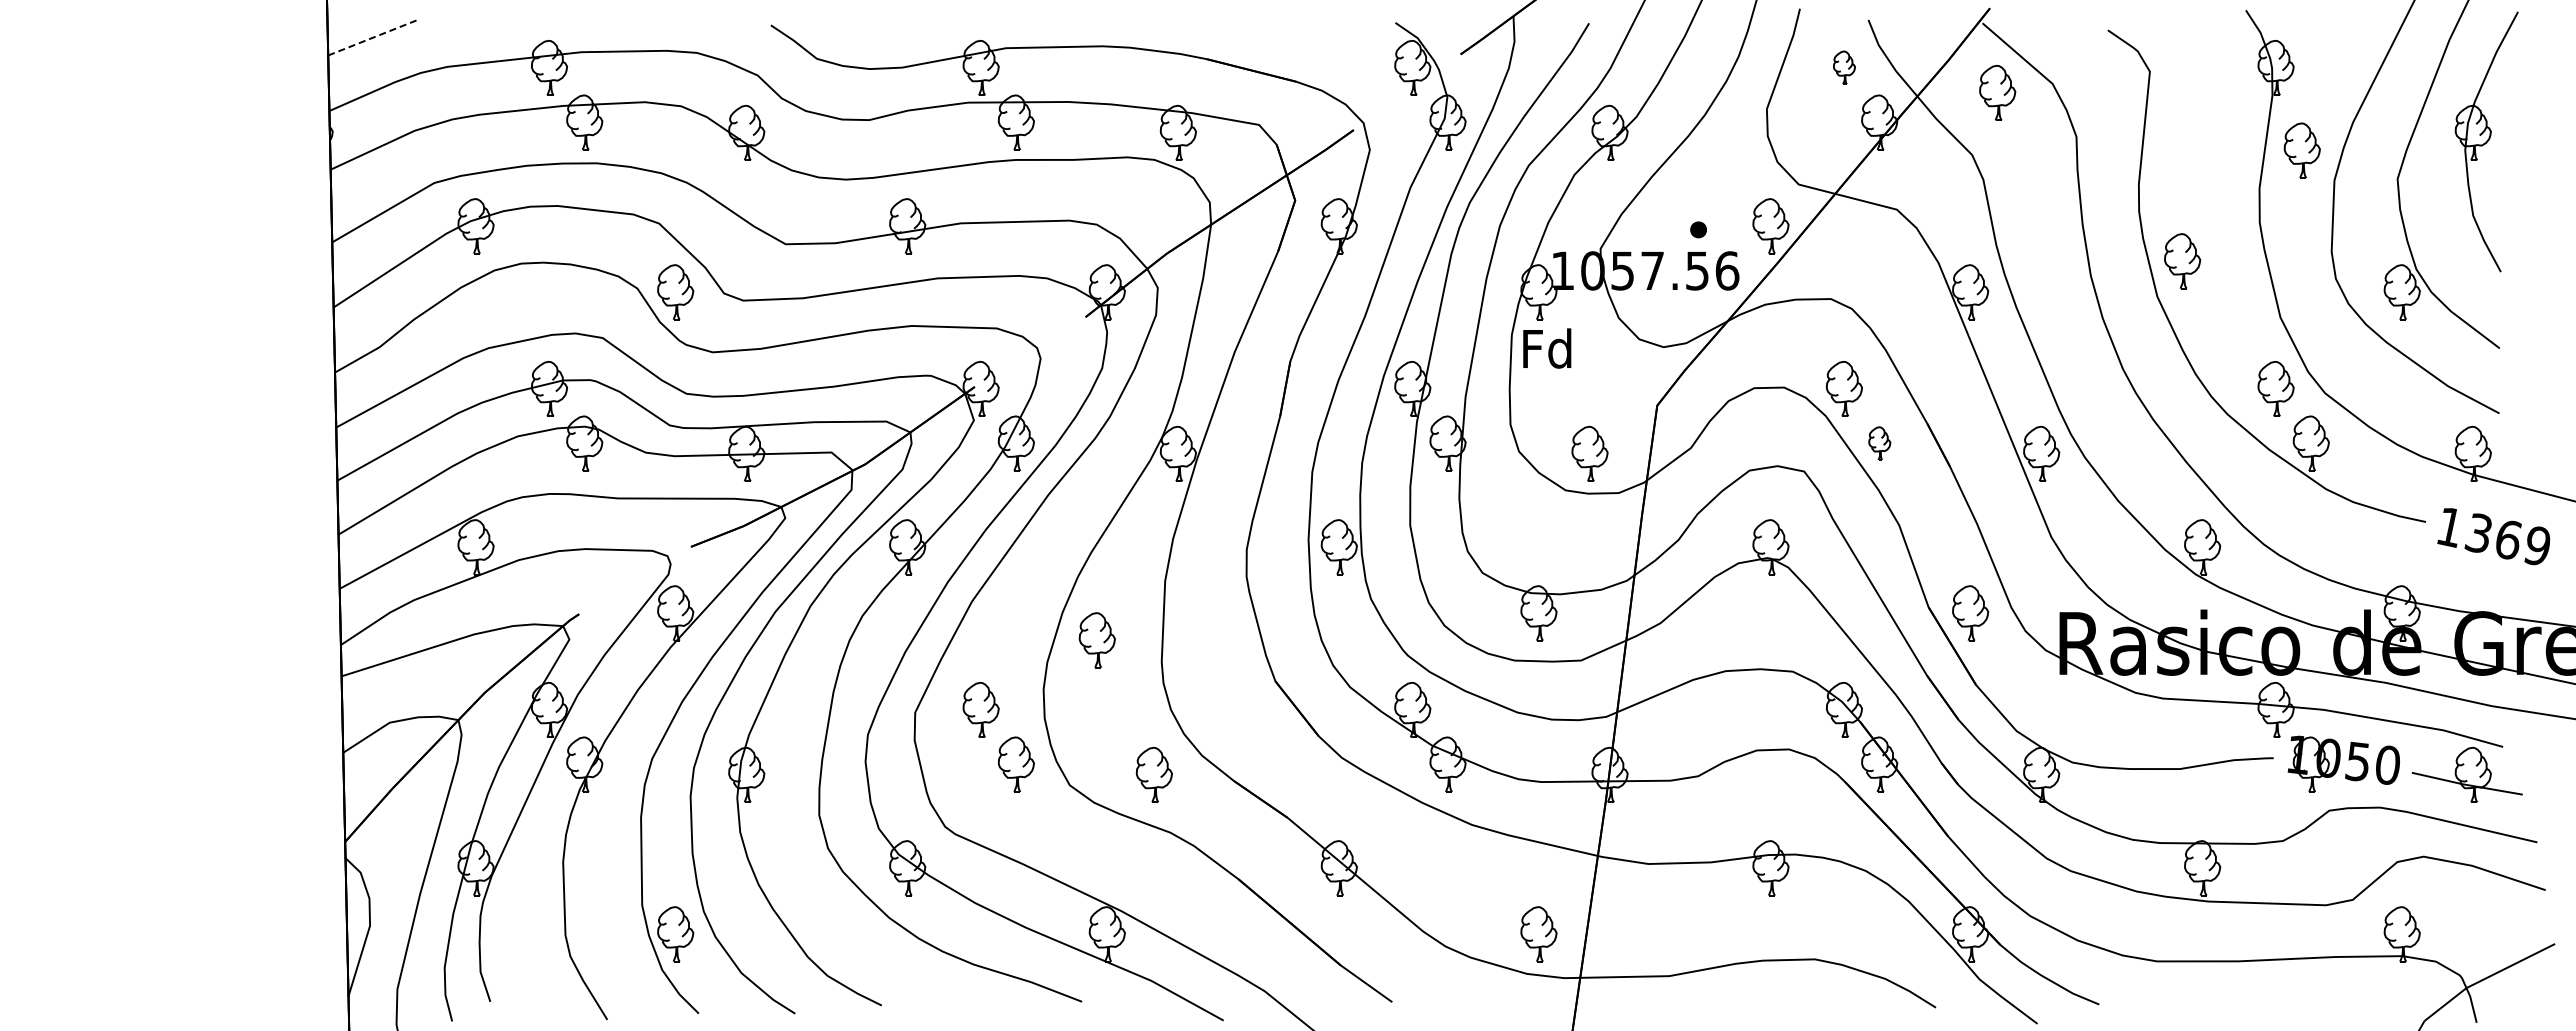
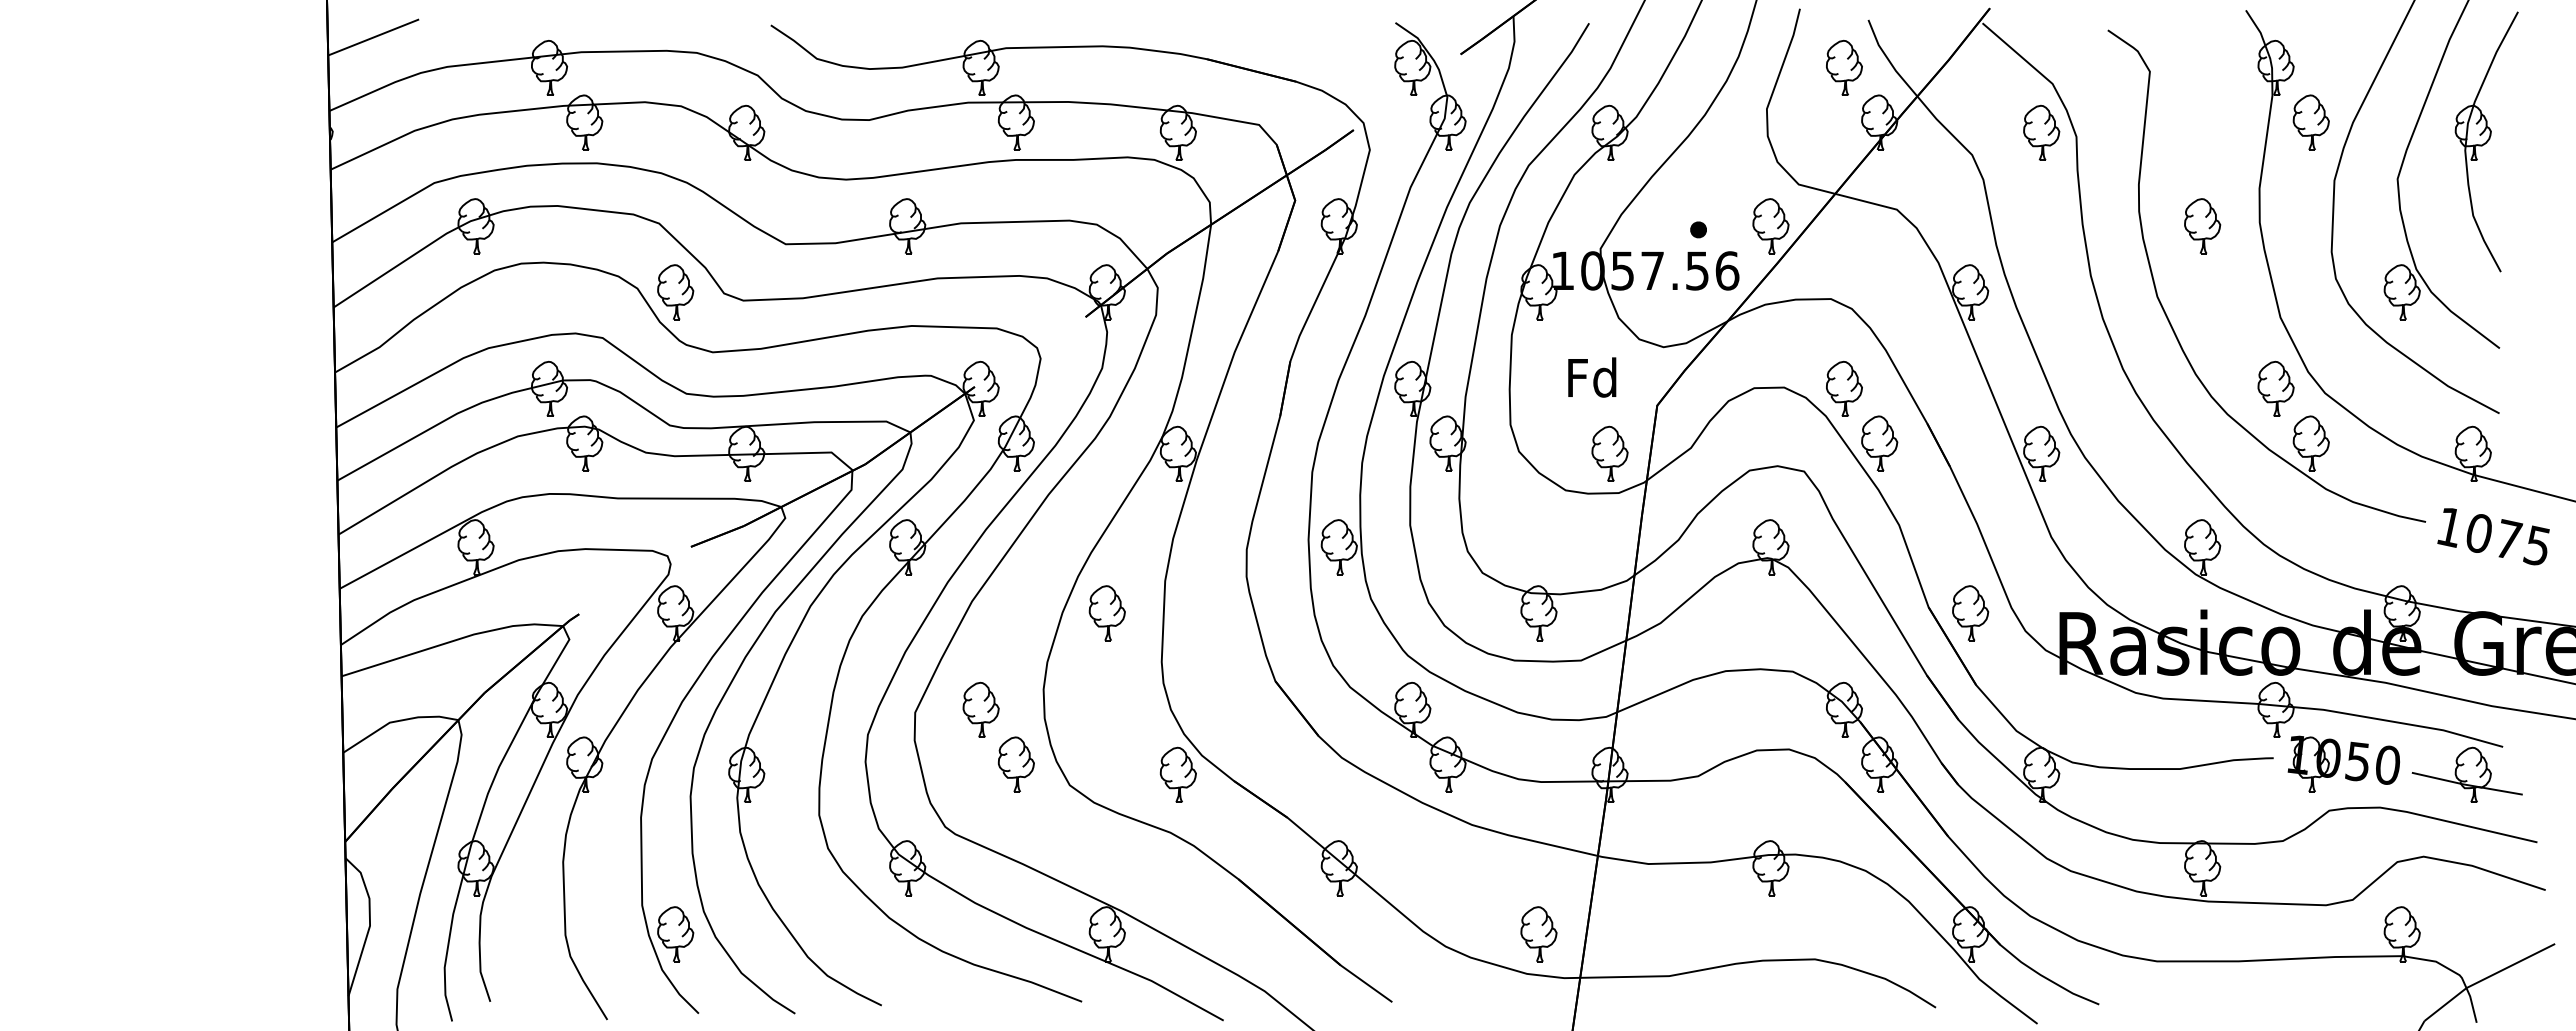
line at (373, 37): dashed -> solid
part at (1844, 67) size: 23x35 px -> 37x57 px
part at (1997, 92) position: (1997, 92) -> (2041, 132)
part at (2301, 150) position: (2301, 150) -> (2310, 122)
part at (2182, 261) position: (2182, 261) -> (2202, 226)
text at (1547, 348) position: (1547, 348) -> (1592, 377)
part at (1879, 443) size: 24x35 px -> 38x57 px
part at (1589, 453) position: (1589, 453) -> (1609, 453)
text at (2507, 539): 1369 -> 1075
part at (1096, 640) position: (1096, 640) -> (1106, 613)
part at (1153, 774) position: (1153, 774) -> (1177, 774)
